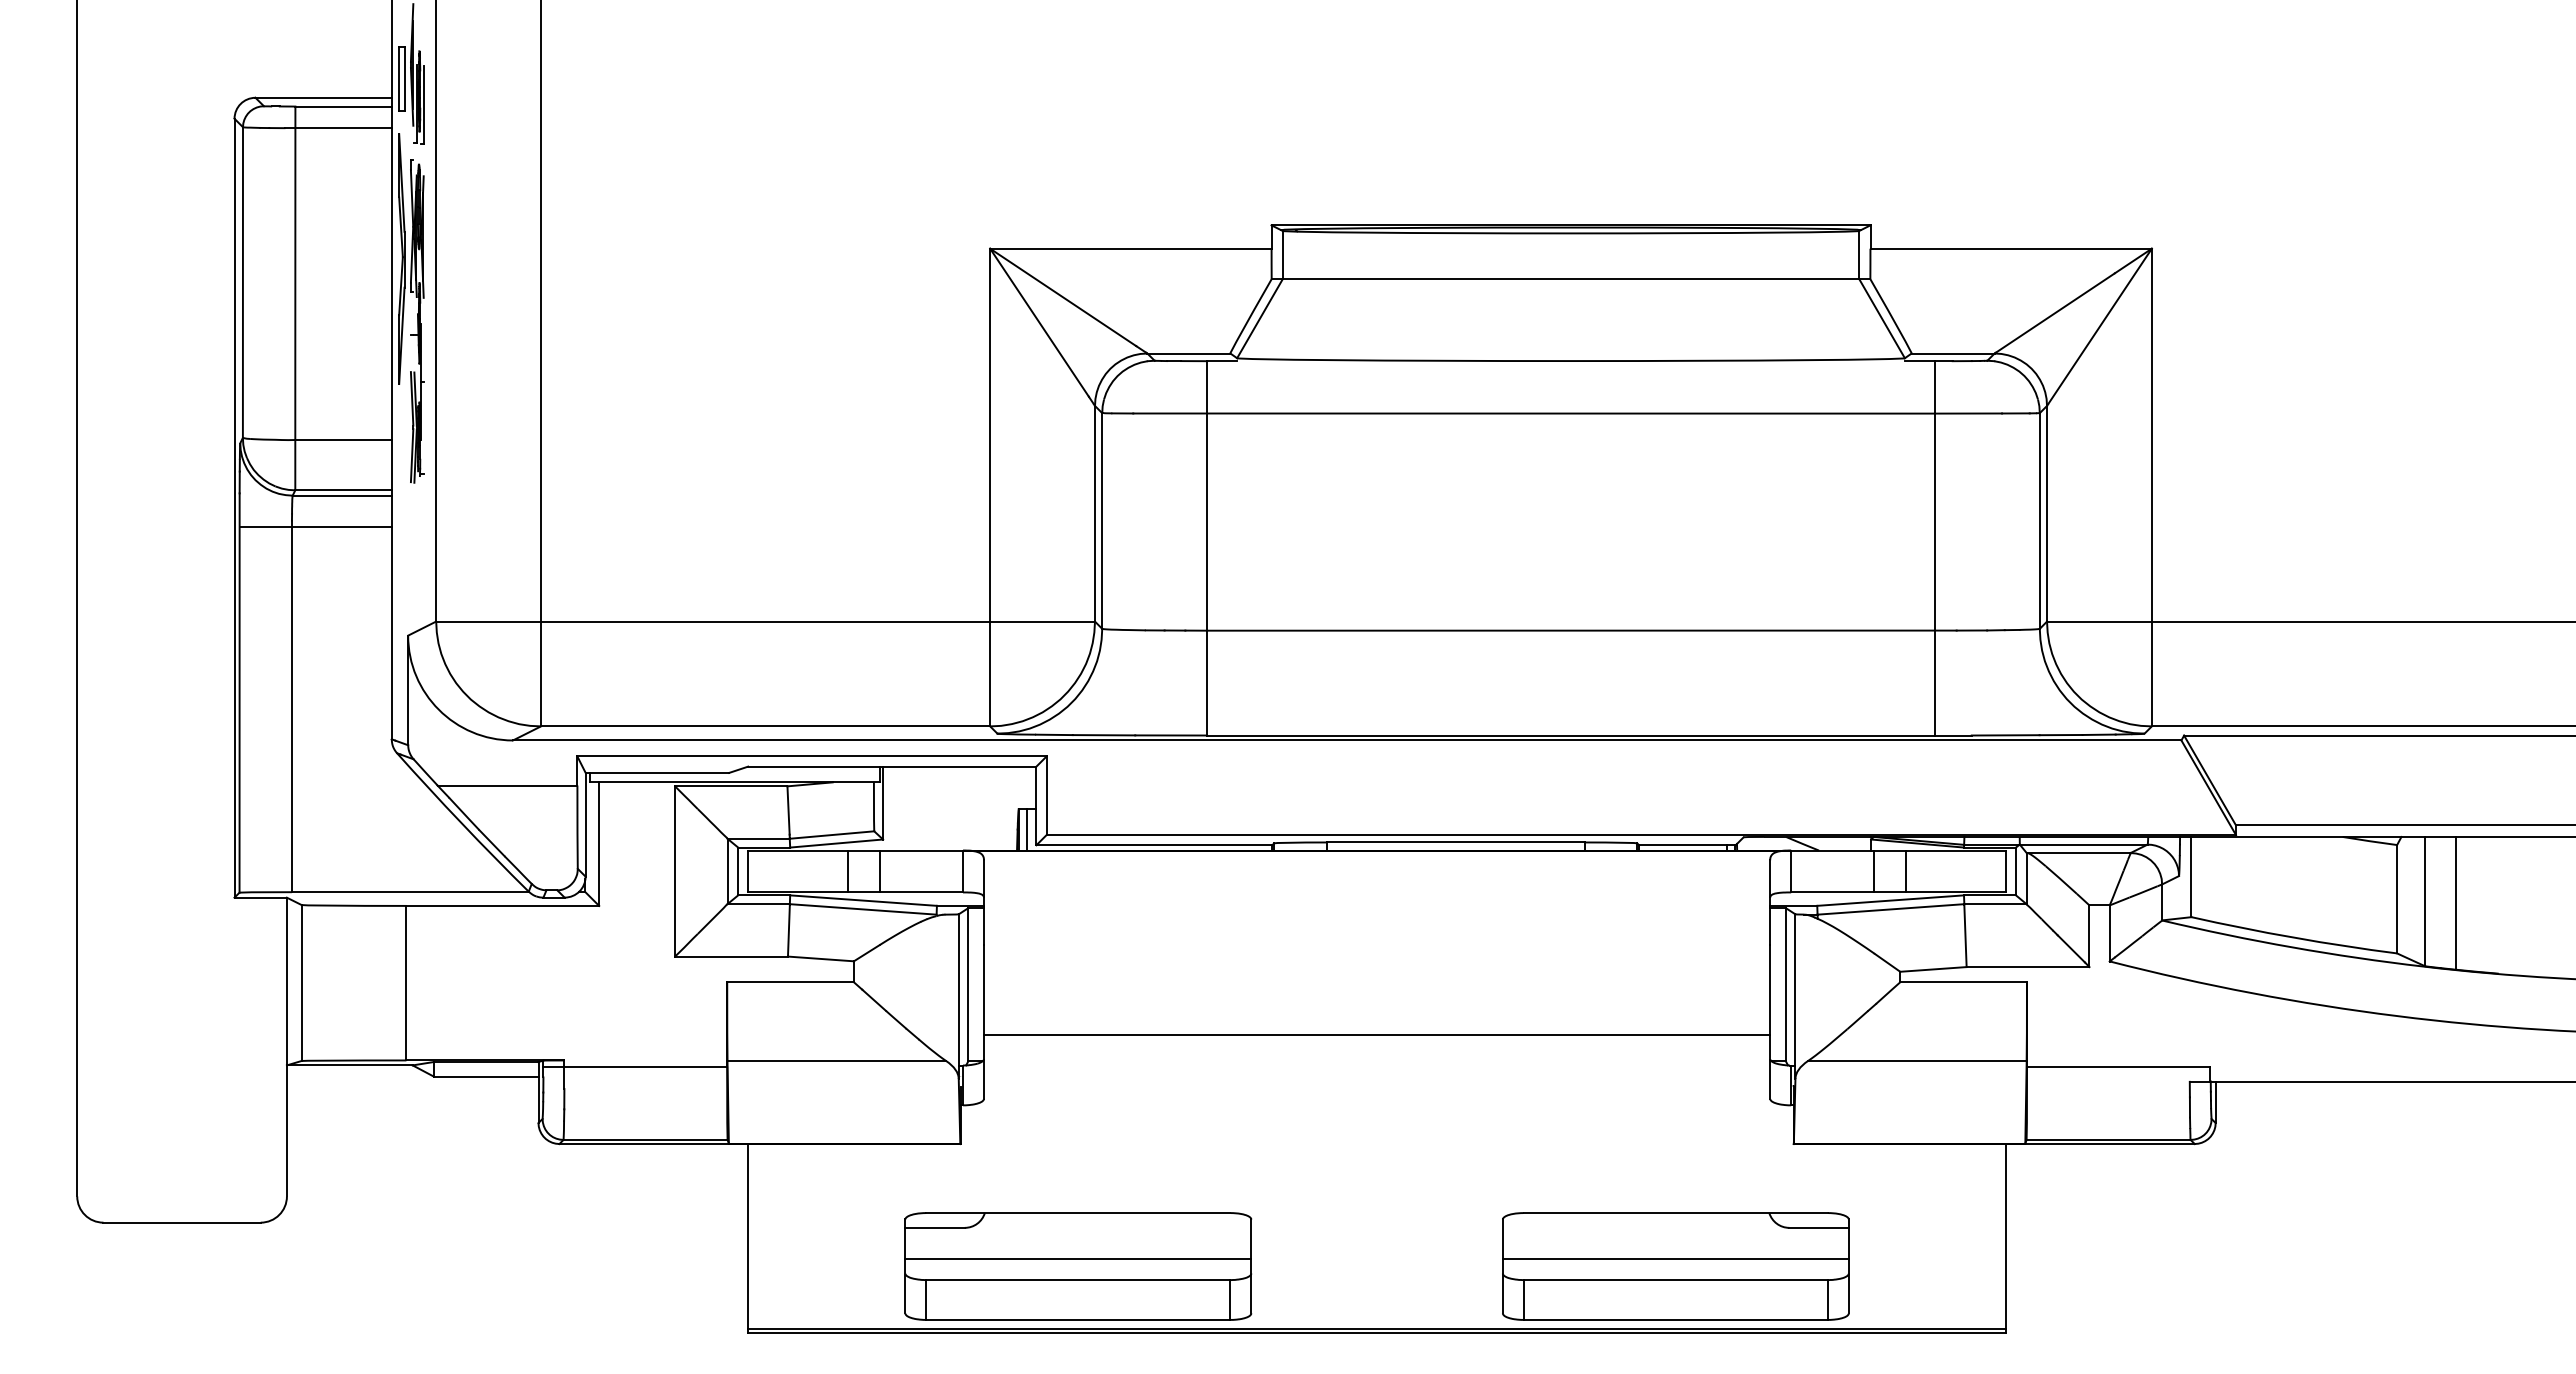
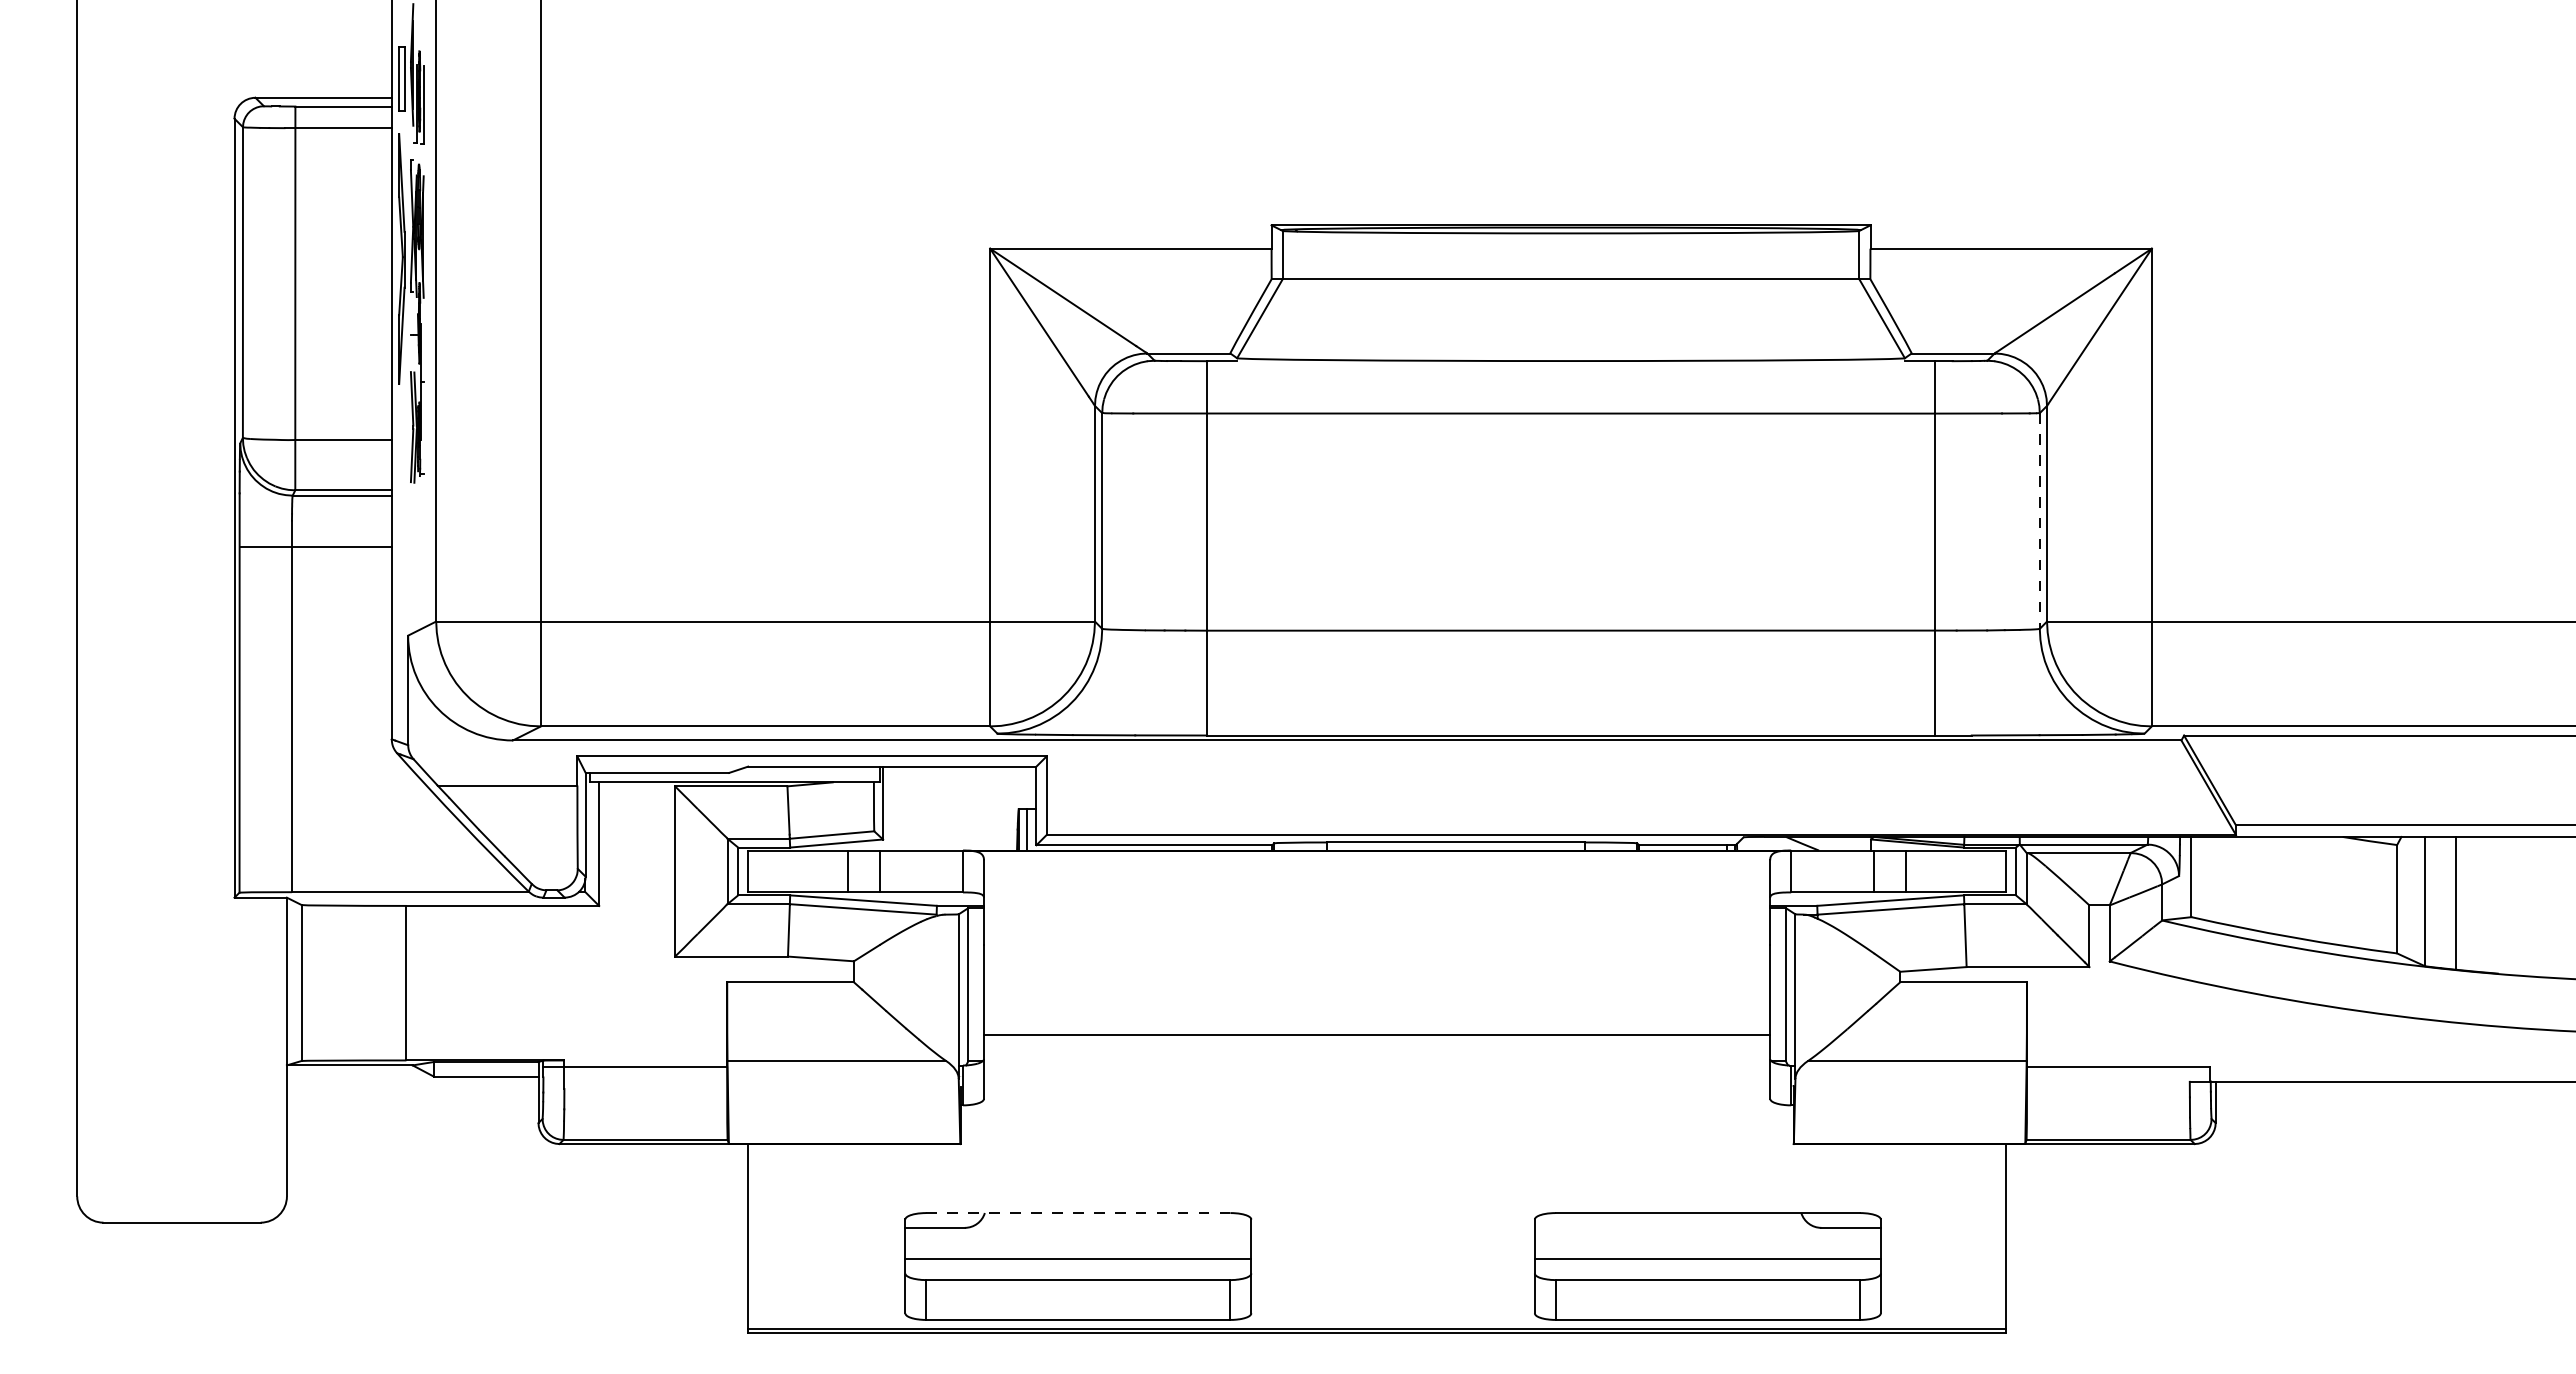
line at (2039, 521): solid -> dashed
line at (315, 527) position: (315, 527) -> (315, 547)
line at (1078, 1212): solid -> dashed
part at (1675, 1266) position: (1675, 1266) -> (1707, 1266)
